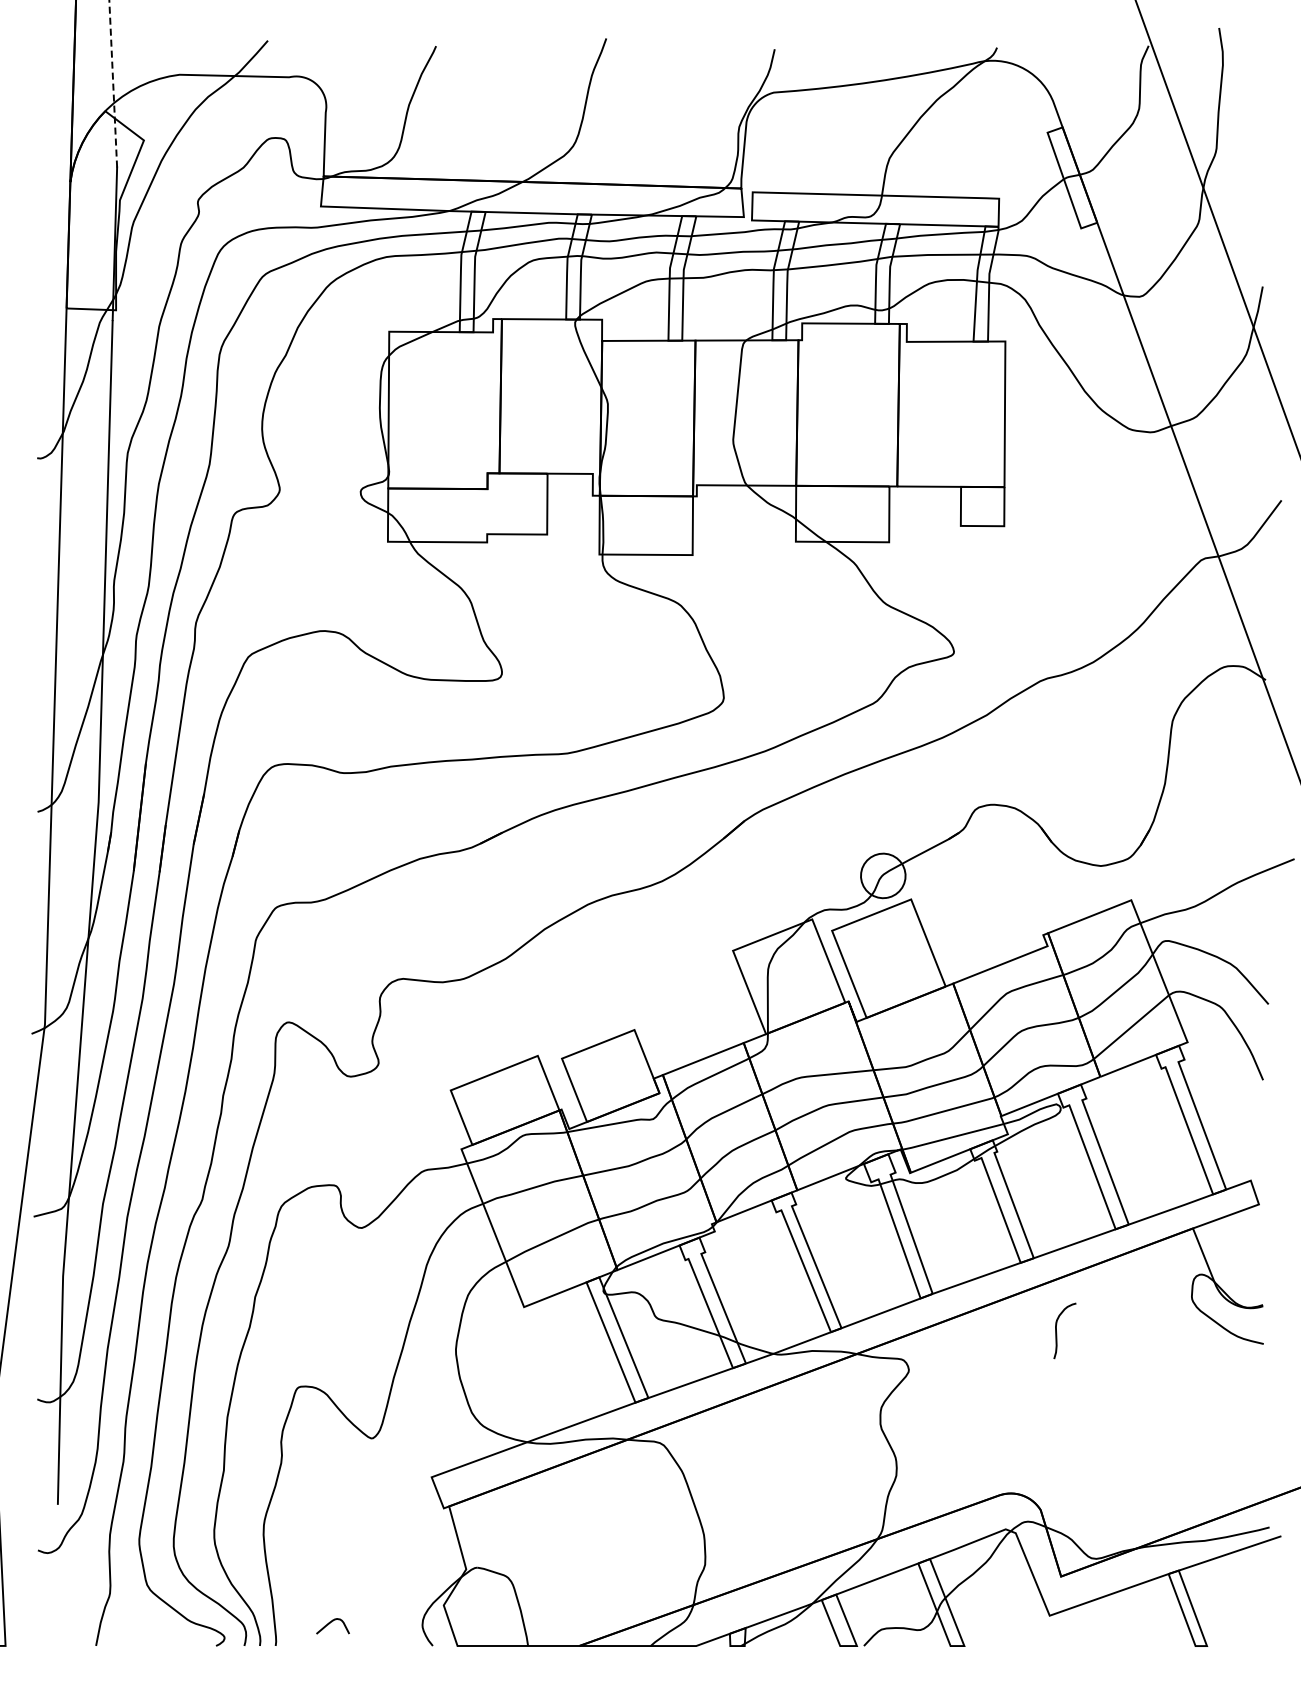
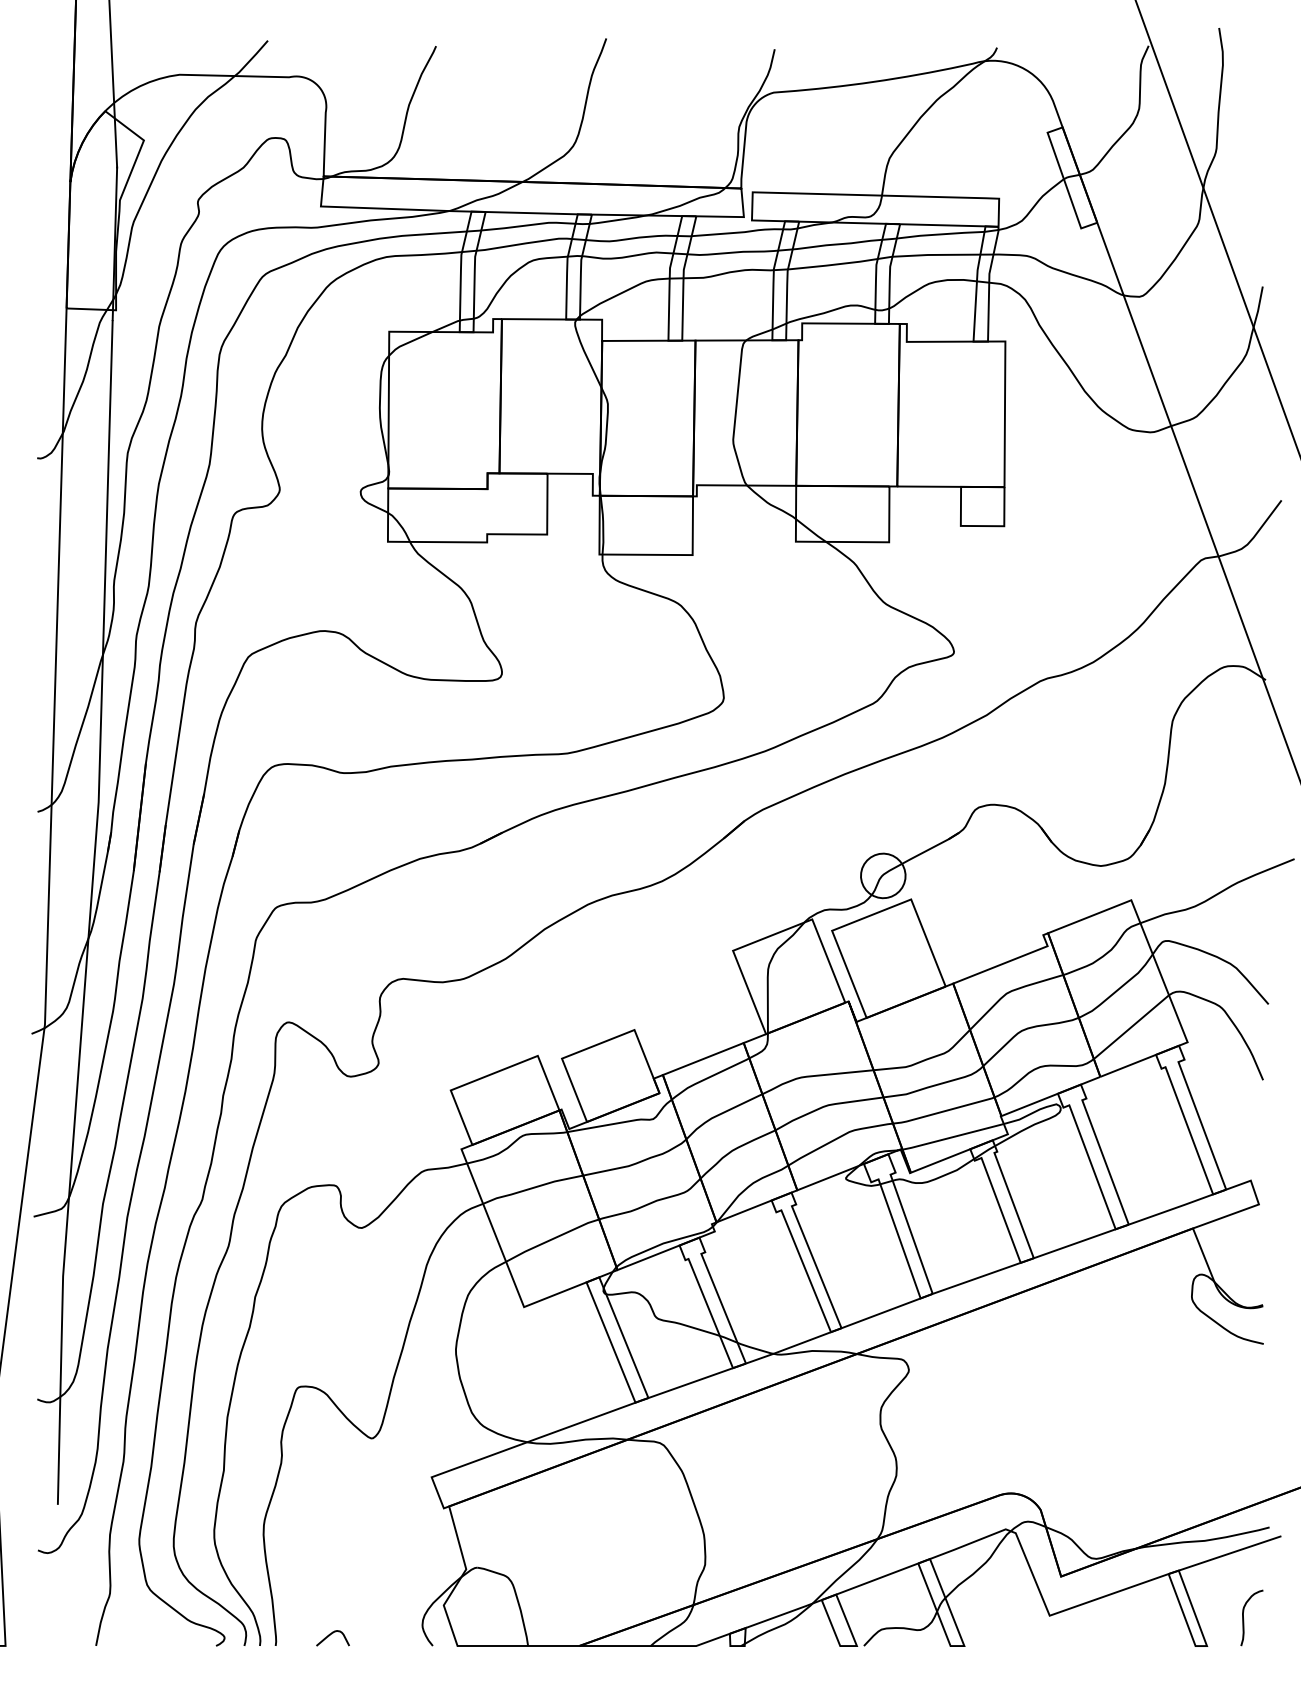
line at (113, 83): dashed -> solid
curve at (1057, 1333) position: (1057, 1333) -> (1244, 1620)
curve at (330, 1623) position: (330, 1623) -> (330, 1635)
